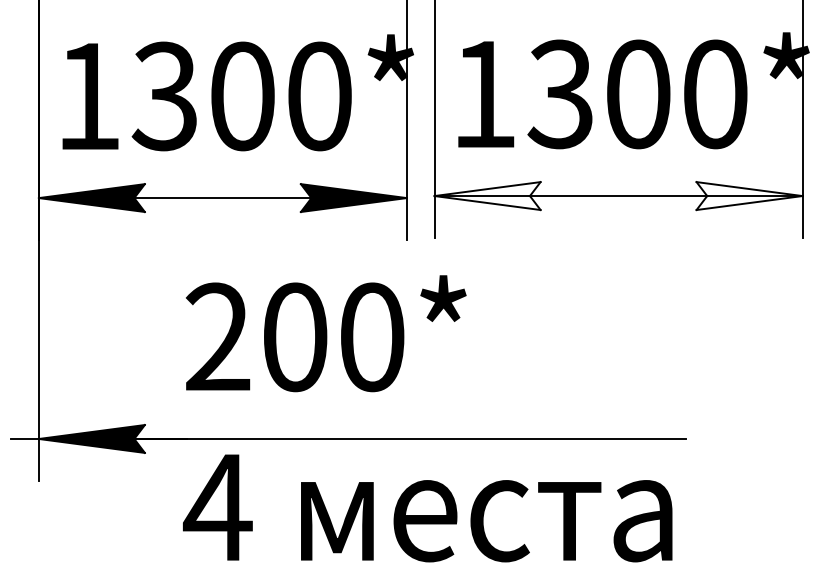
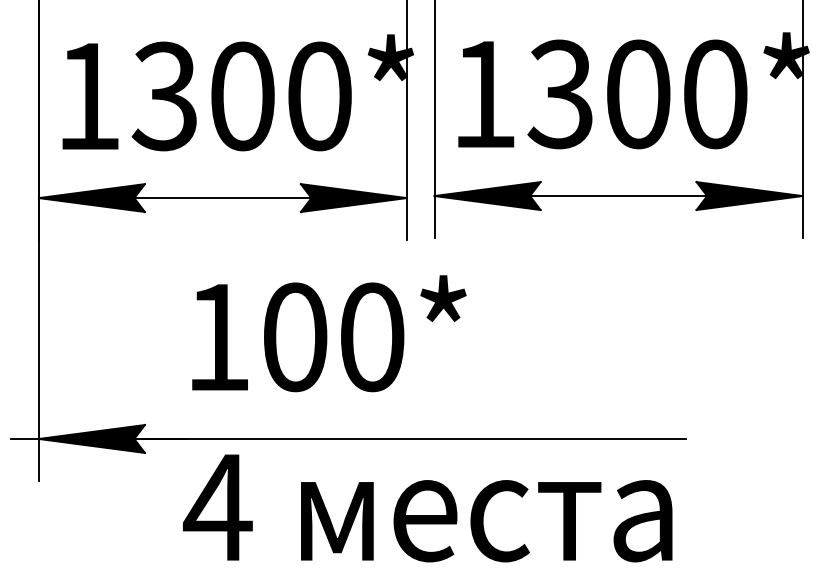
fill at (487, 196): none -> present
fill at (749, 196): none -> present
text at (217, 336): 200* -> 100*
